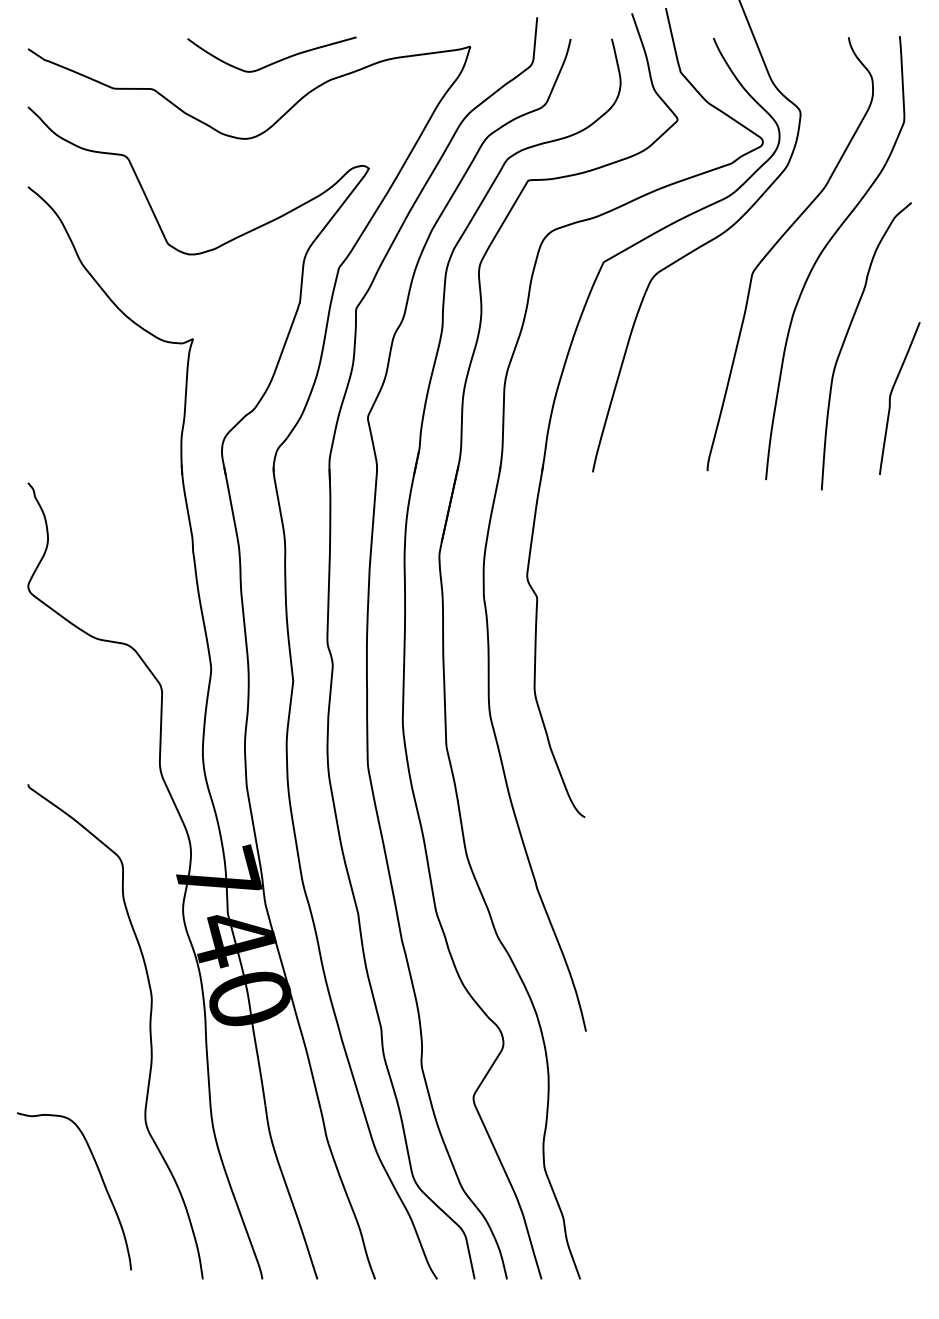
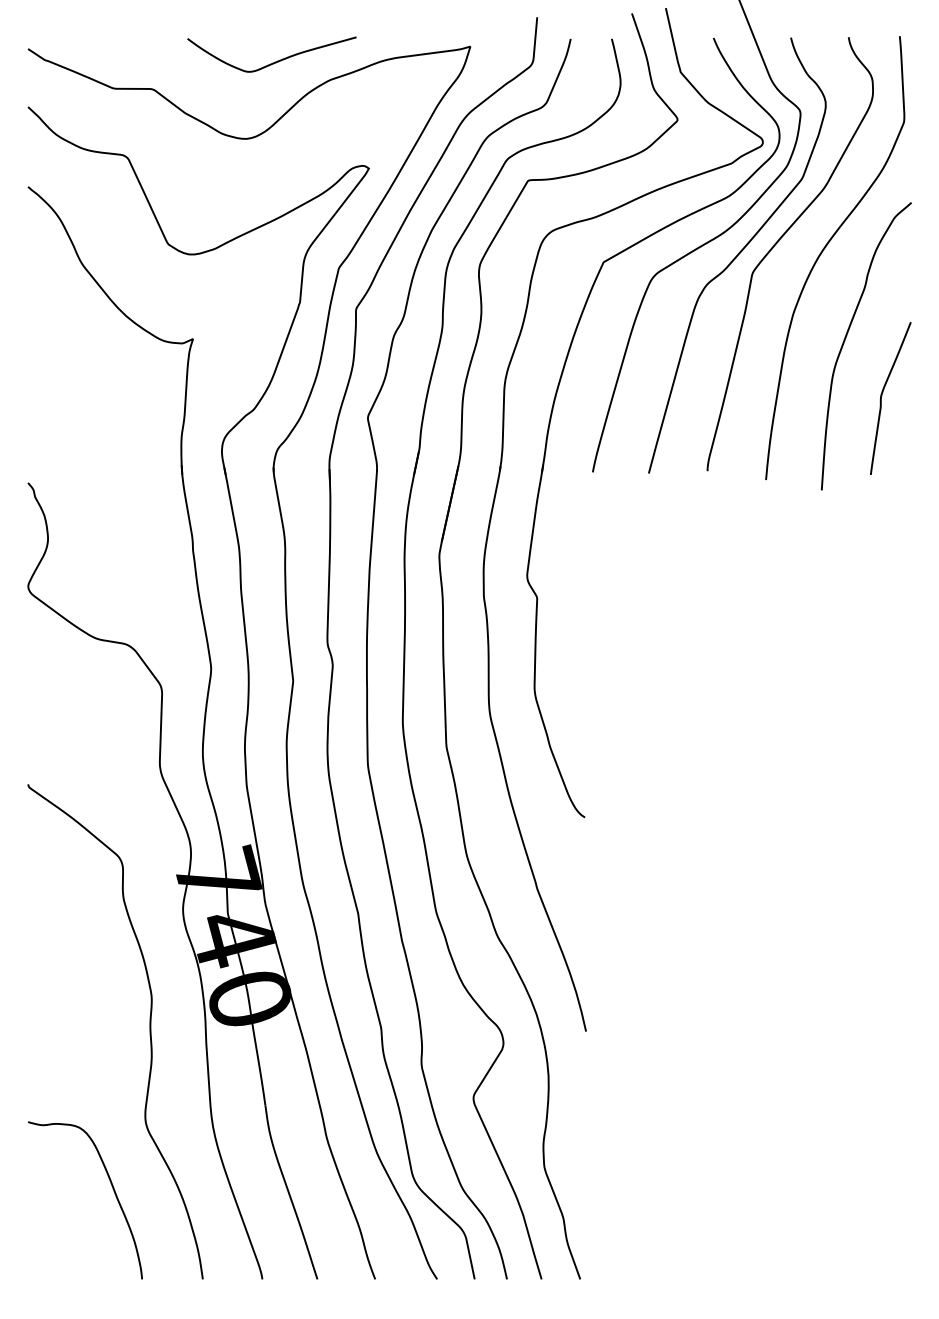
curve at (737, 255): none -> present
curve at (891, 396) position: (891, 396) -> (882, 396)
curve at (102, 1182) position: (102, 1182) -> (113, 1191)
